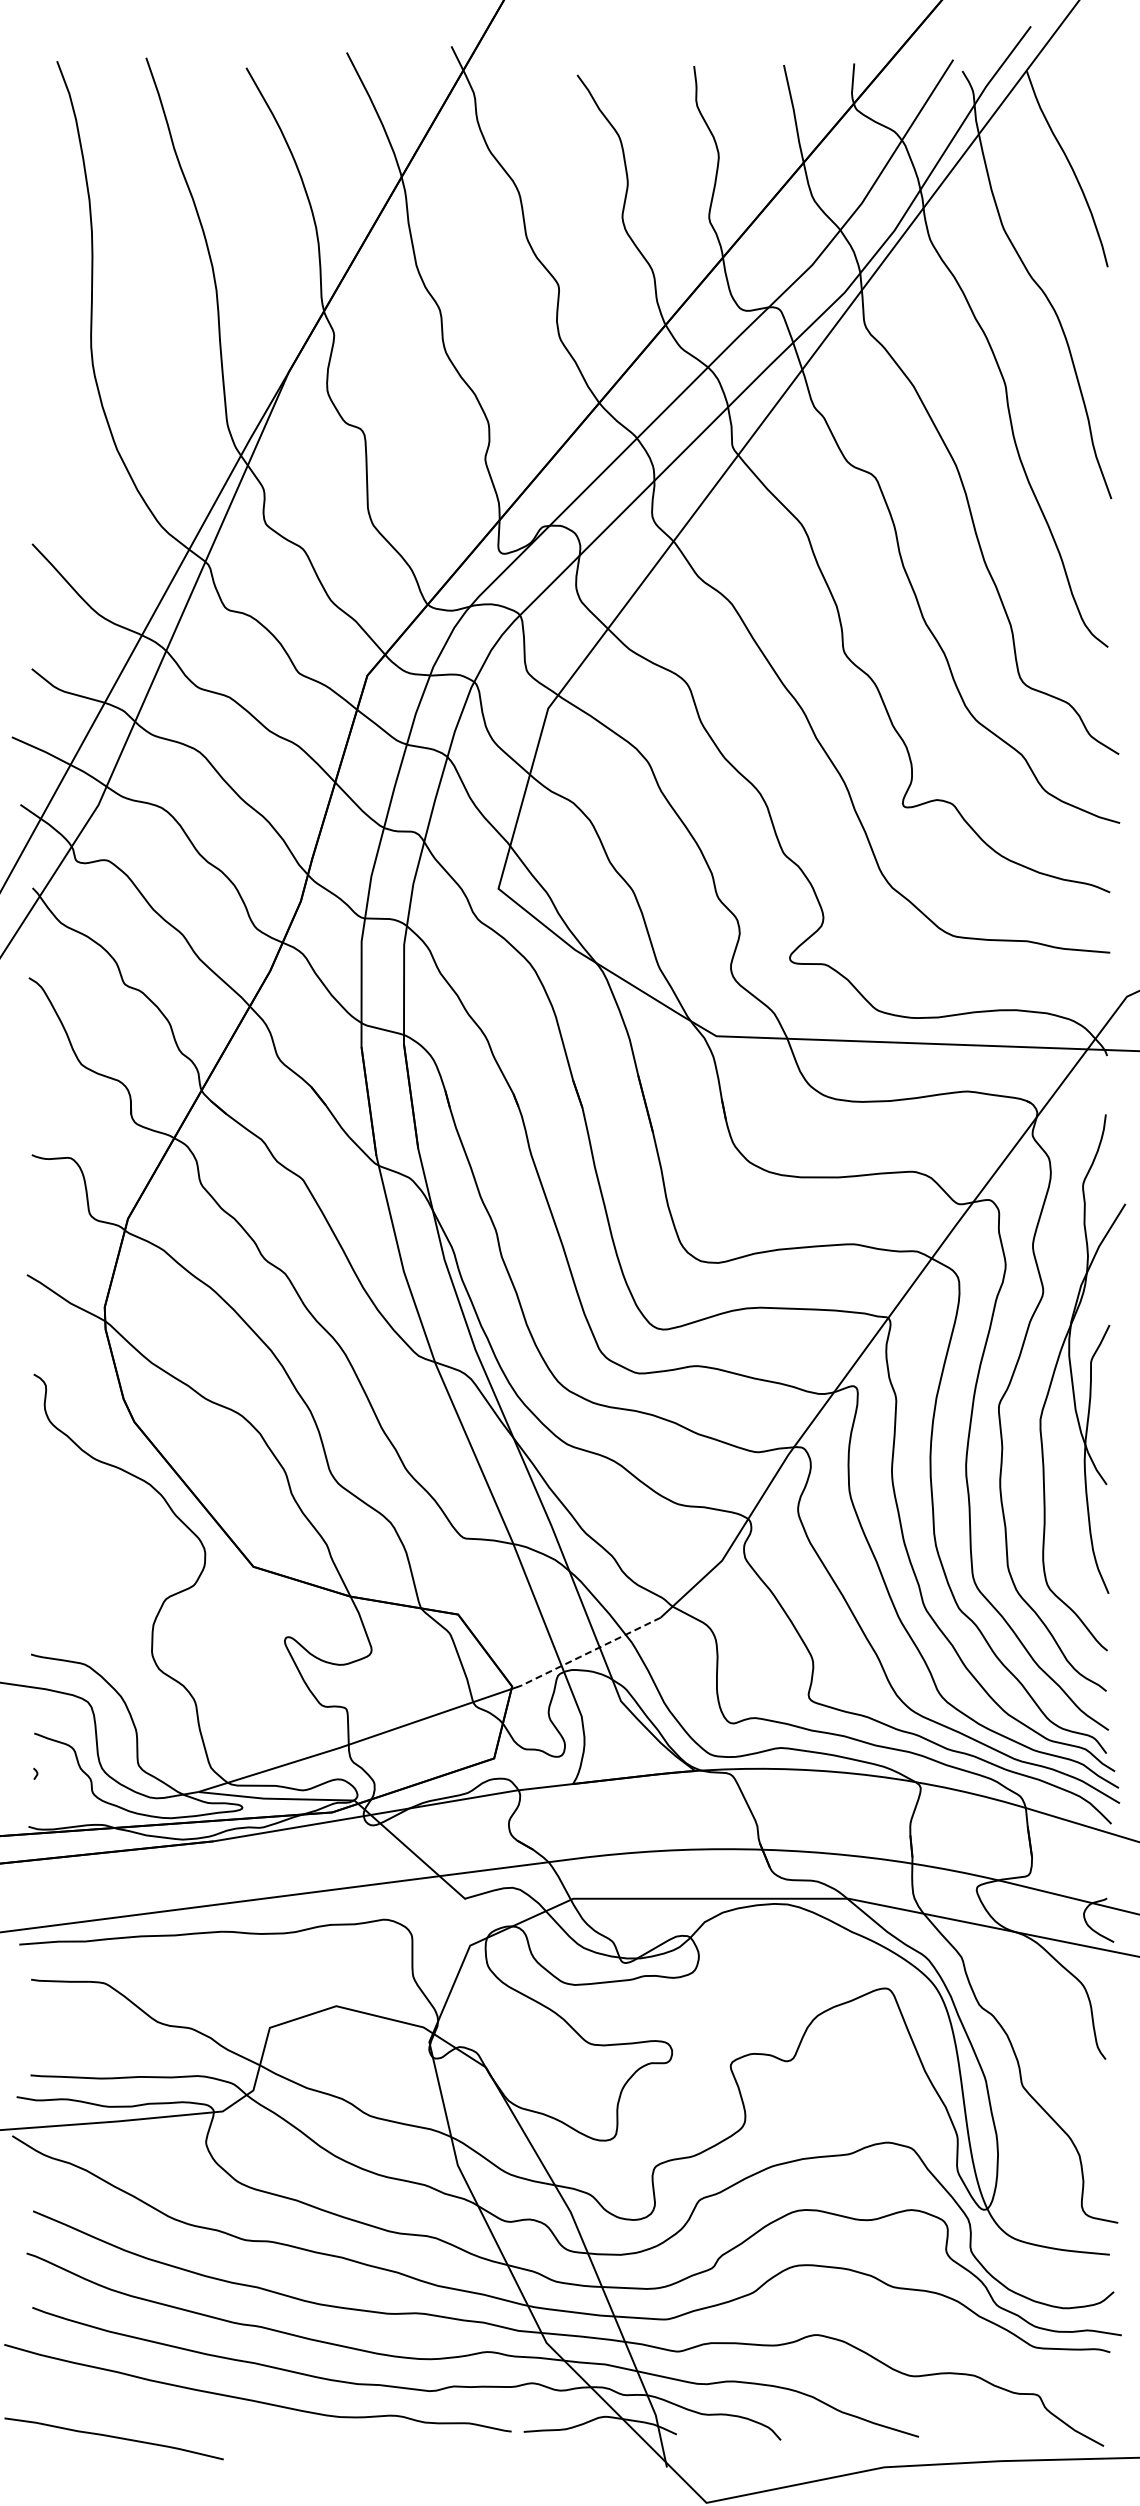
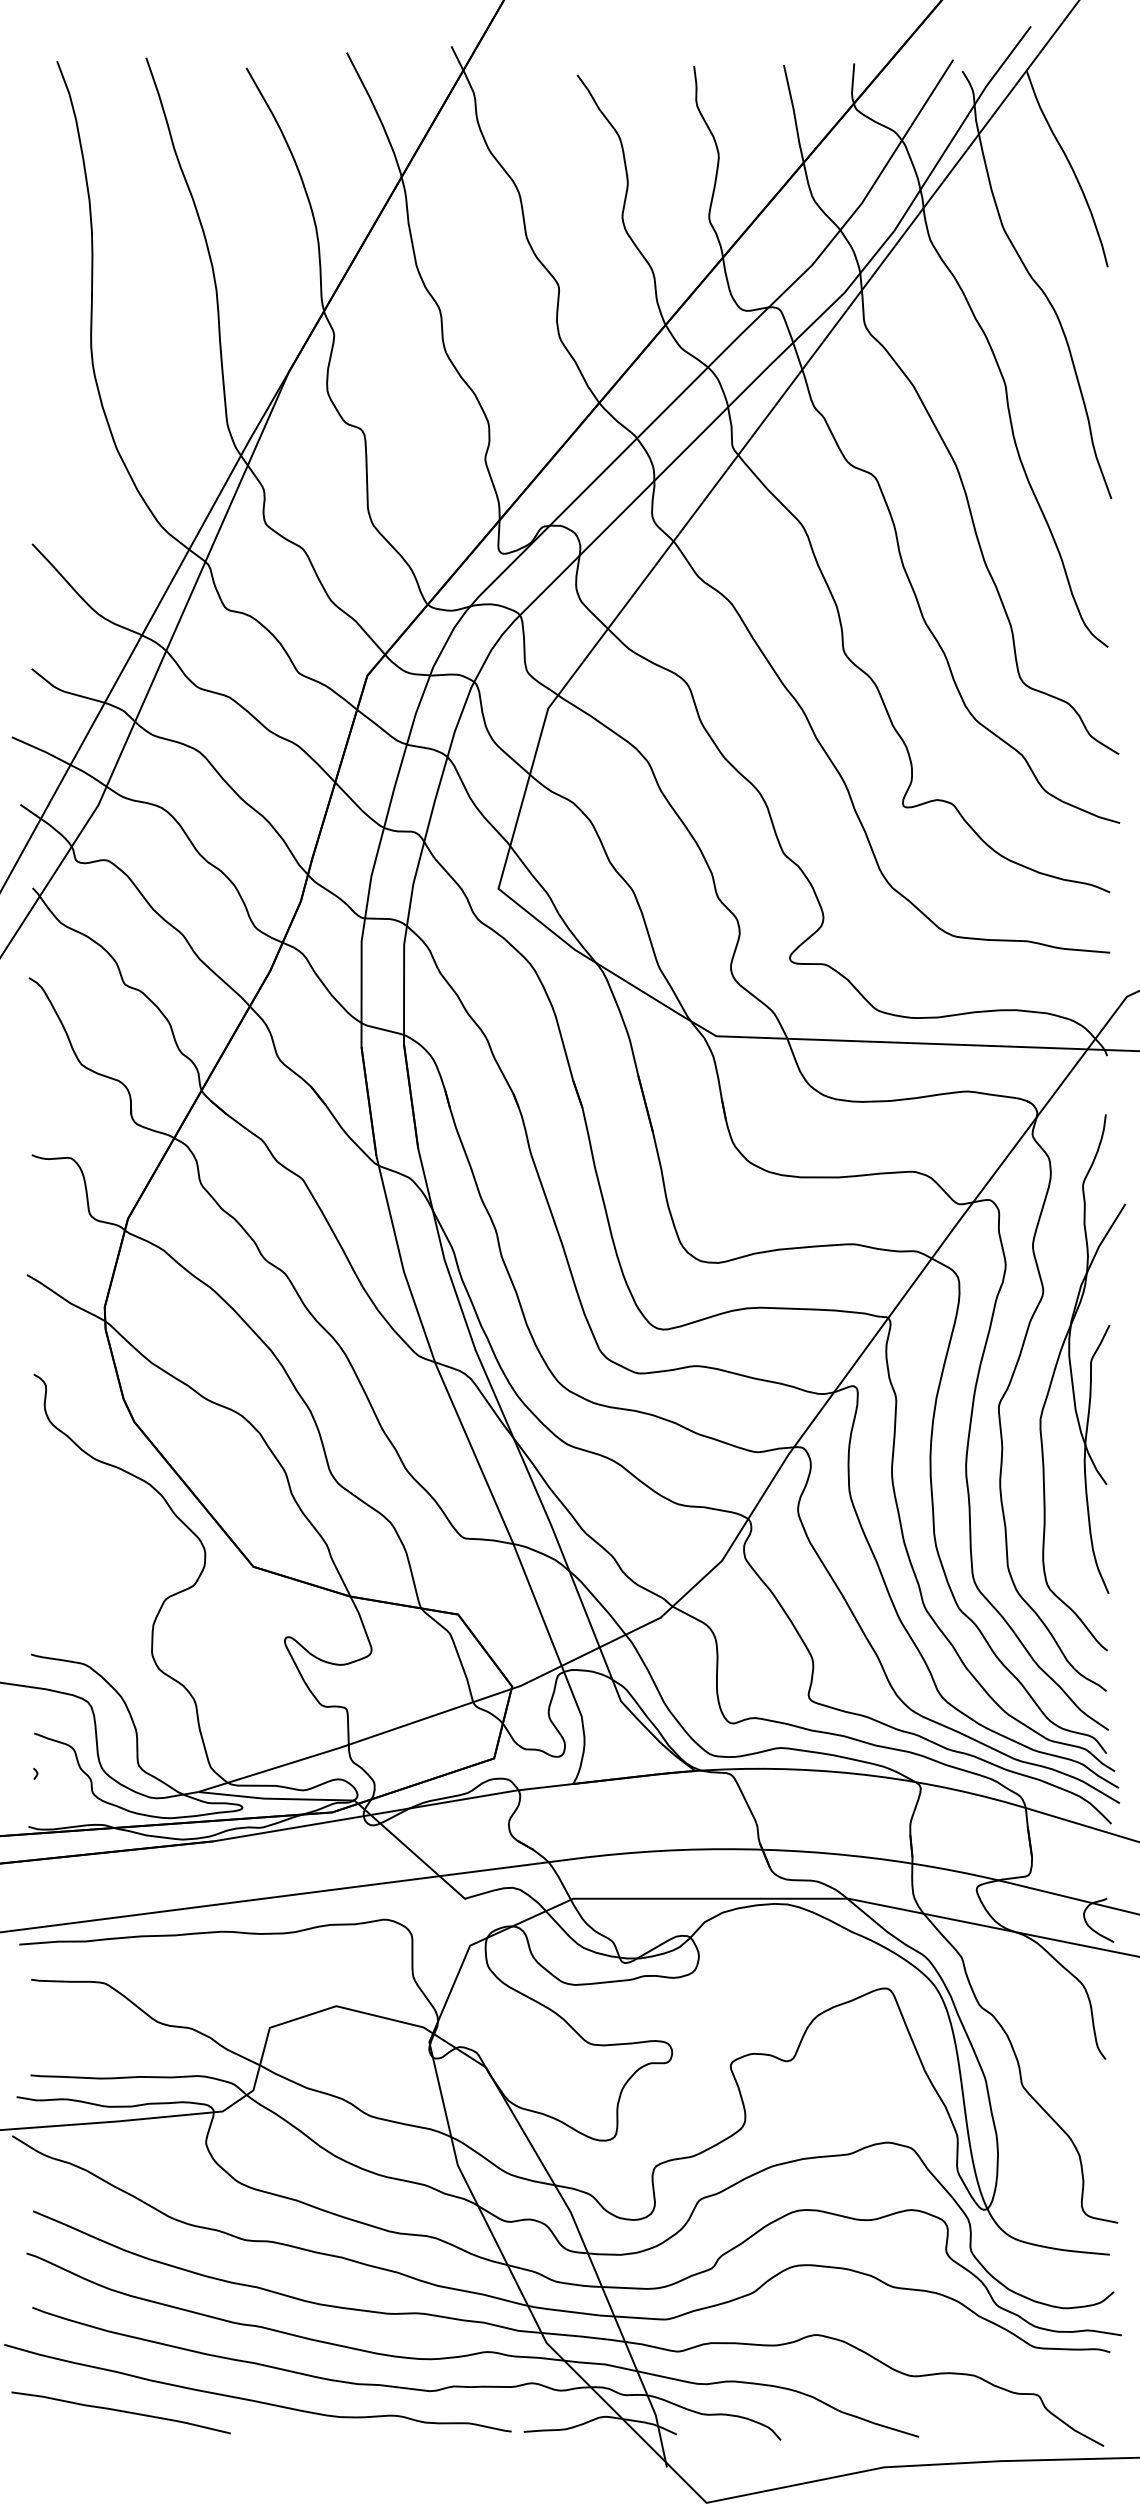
line at (590, 1651): dashed -> solid
curve at (113, 2437) position: (113, 2437) -> (120, 2411)
